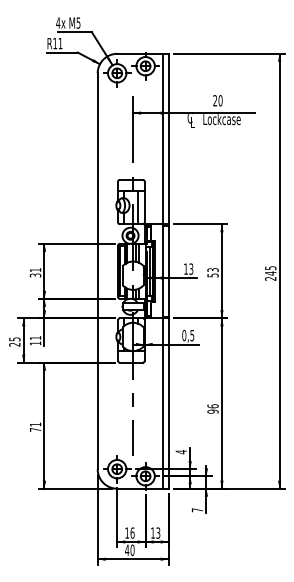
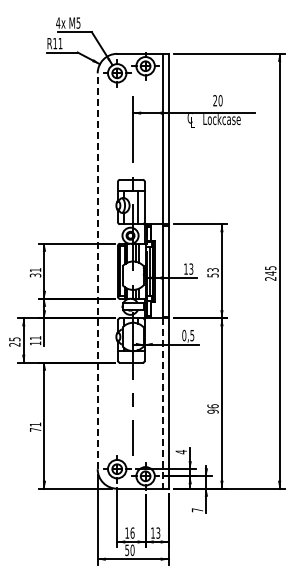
line at (97, 271): solid -> dashed
line at (162, 404): solid -> dashed
text at (127, 550): 40 -> 50
